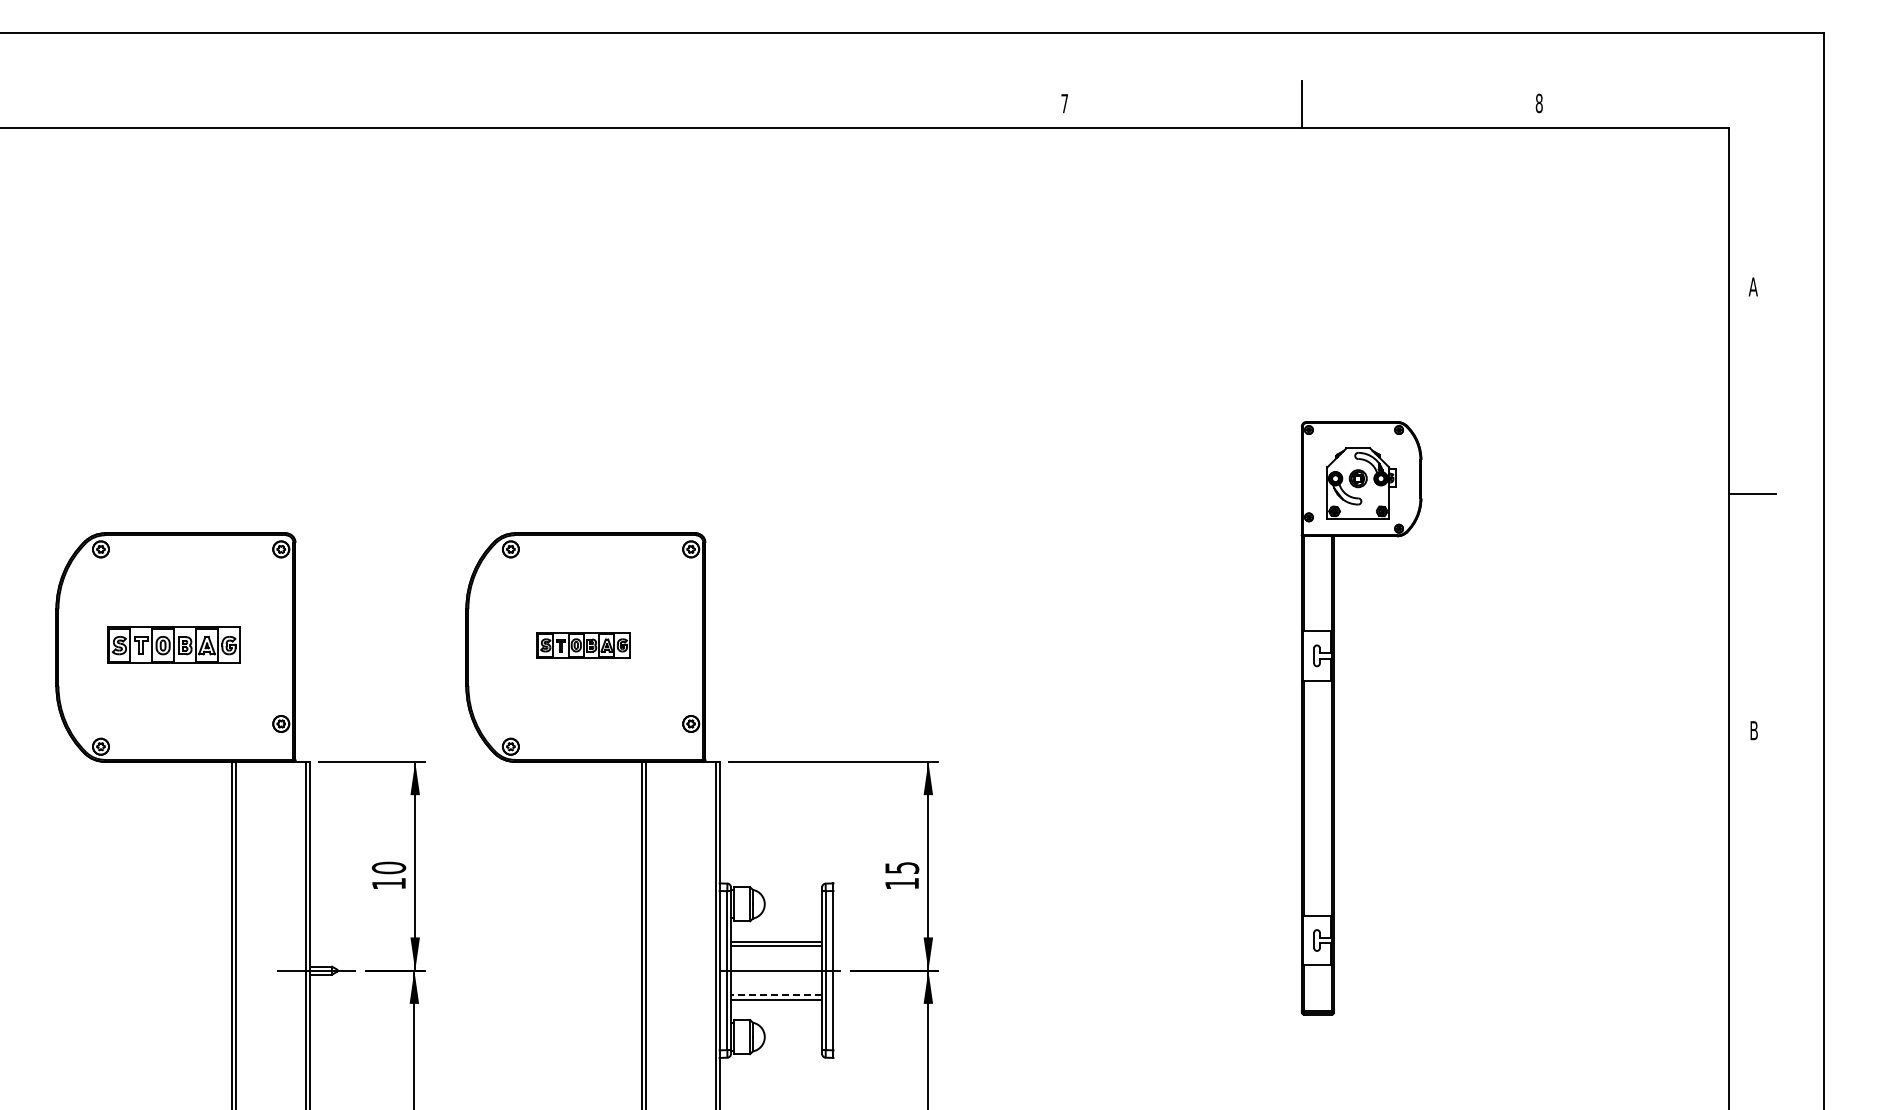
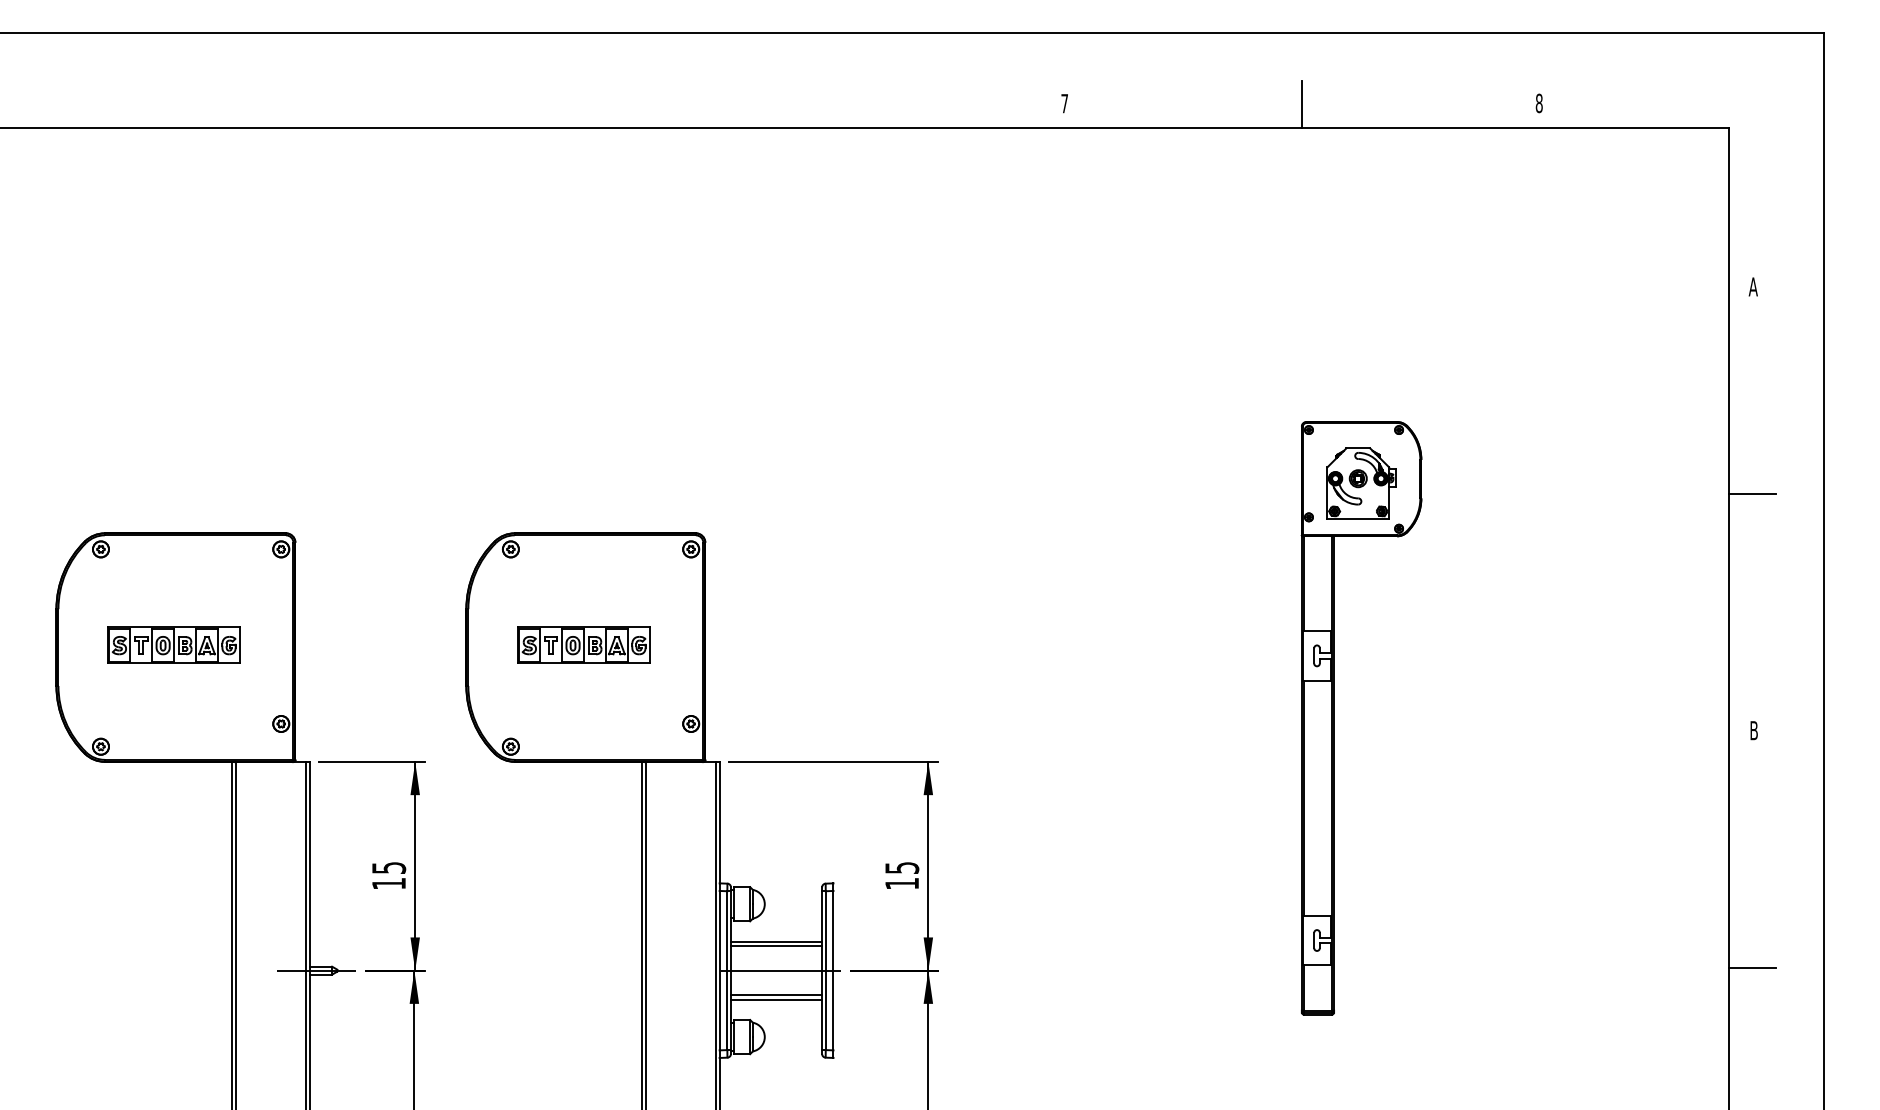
part at (583, 645) size: 95x27 px -> 134x38 px
text at (388, 867): 10 -> 15
line at (1752, 967): none -> present
line at (776, 994): dashed -> solid
